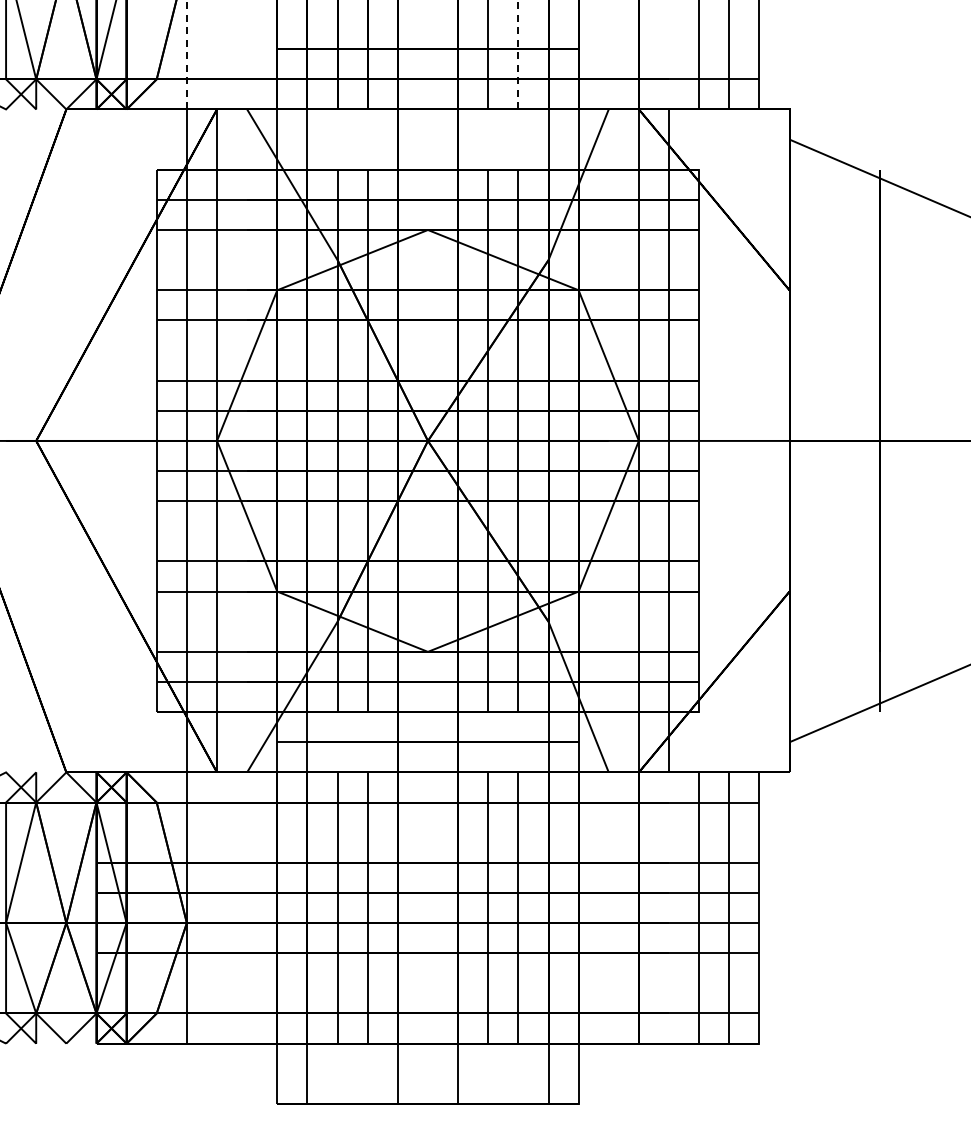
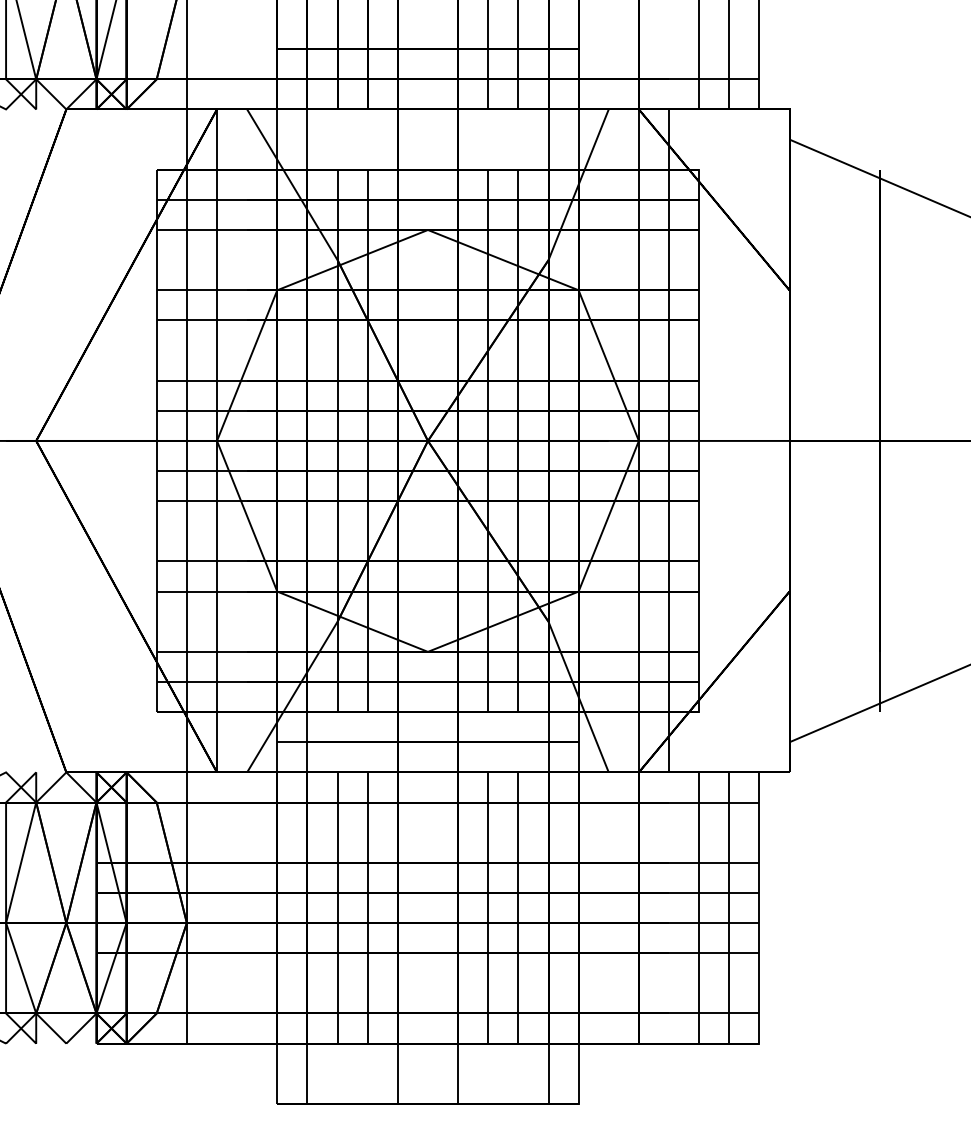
line at (186, 54): dashed -> solid
line at (518, 54): dashed -> solid
